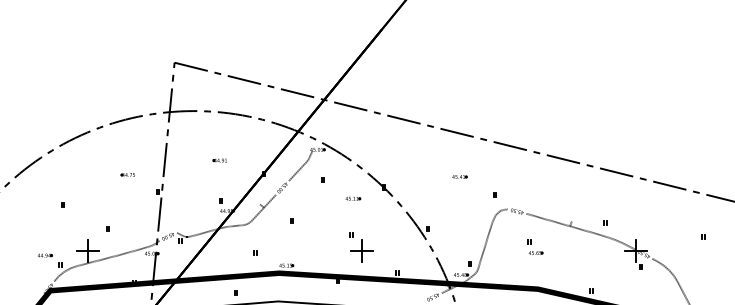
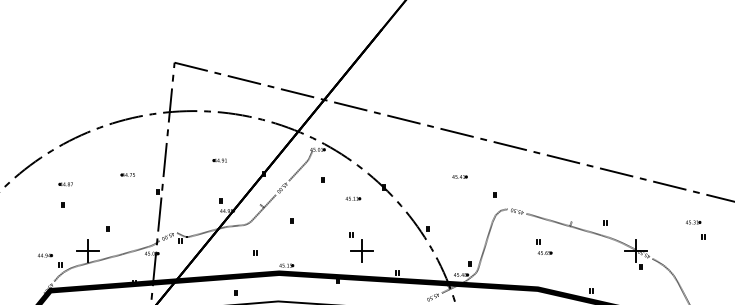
part at (65, 184): none -> present
part at (693, 222): none -> present
part at (535, 246) position: (535, 246) -> (544, 246)
